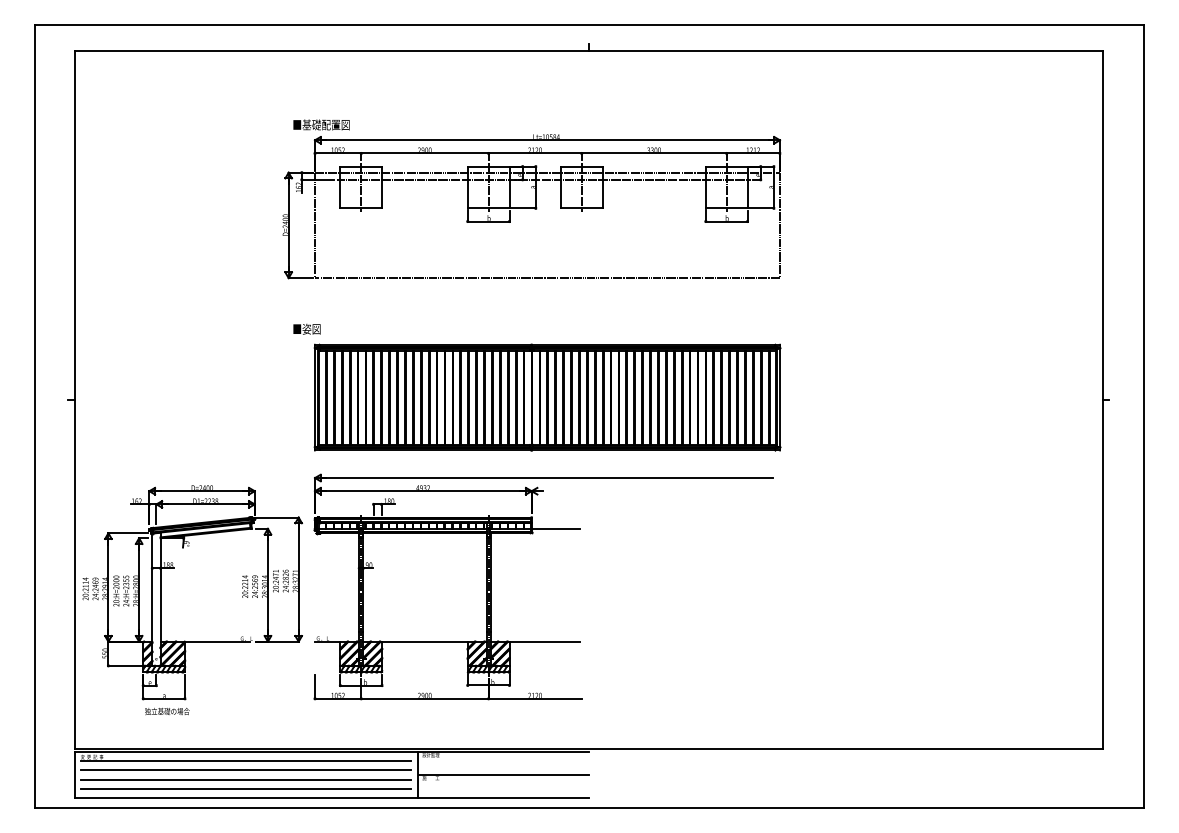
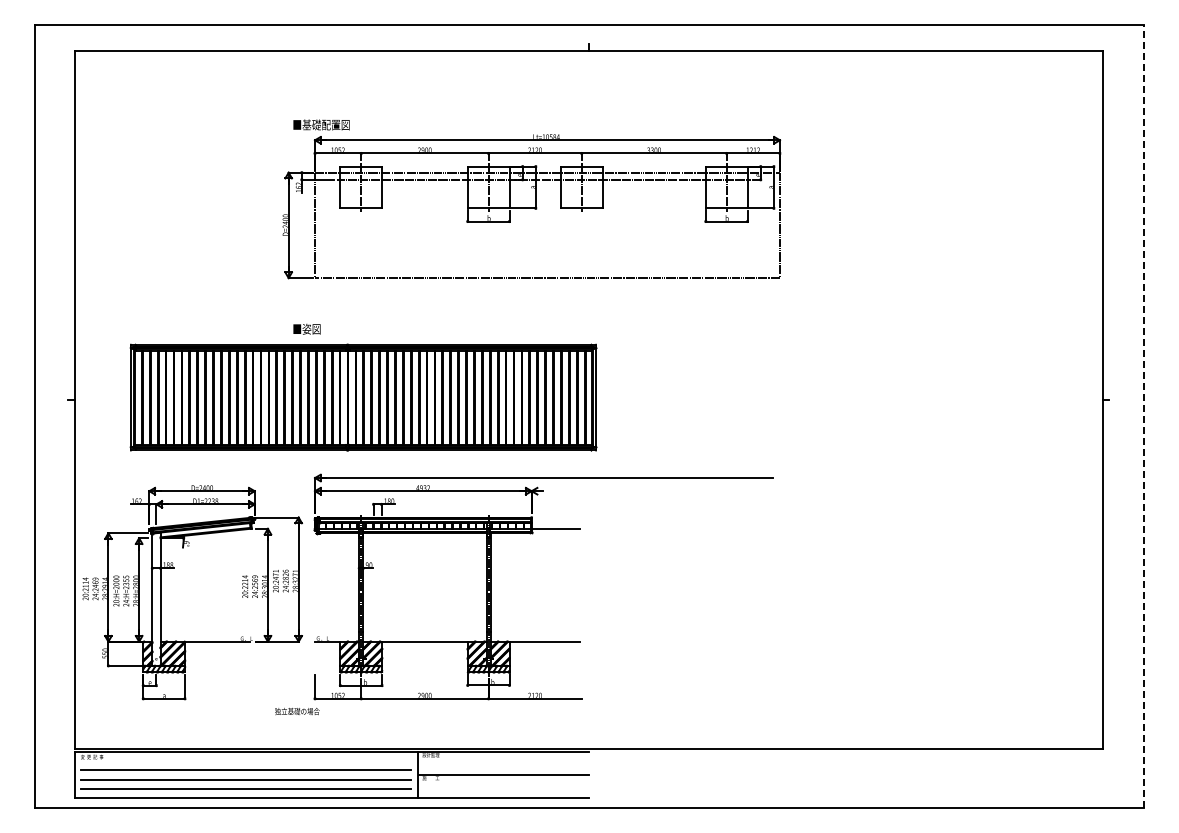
part at (547, 397) position: (547, 397) -> (363, 397)
line at (1143, 416): solid -> dashed
text at (167, 711) position: (167, 711) -> (297, 711)
line at (245, 761): present -> none
